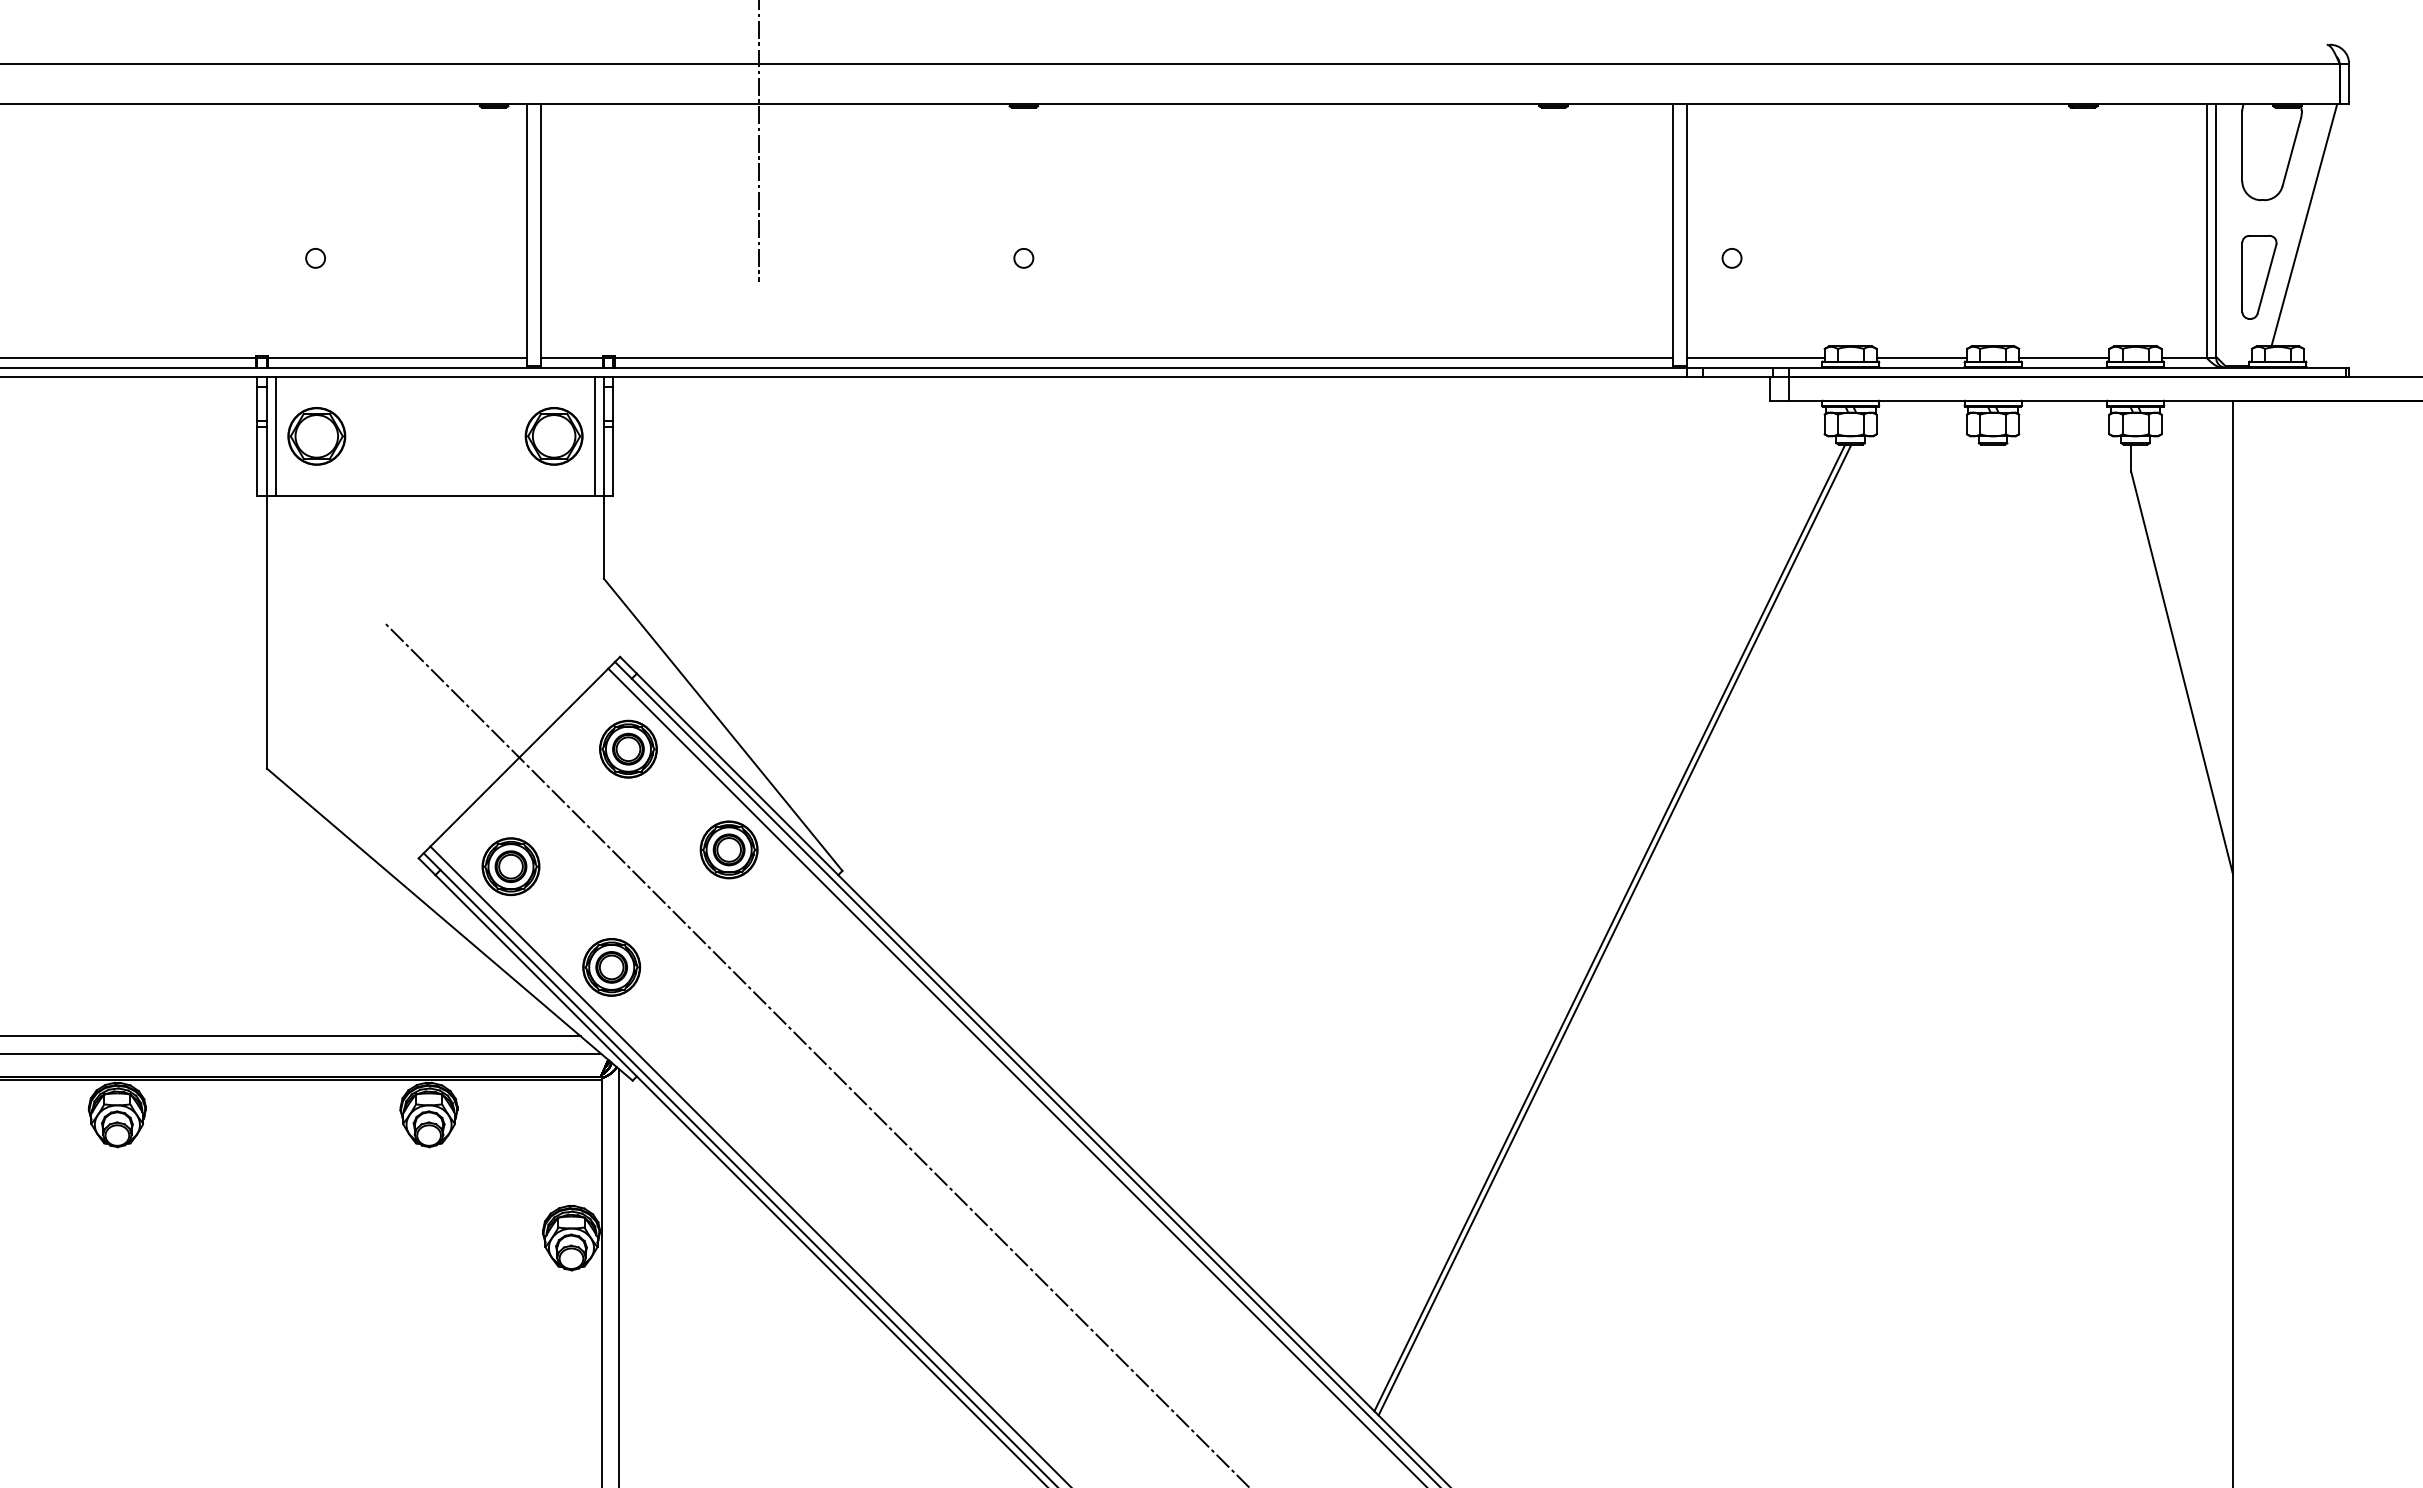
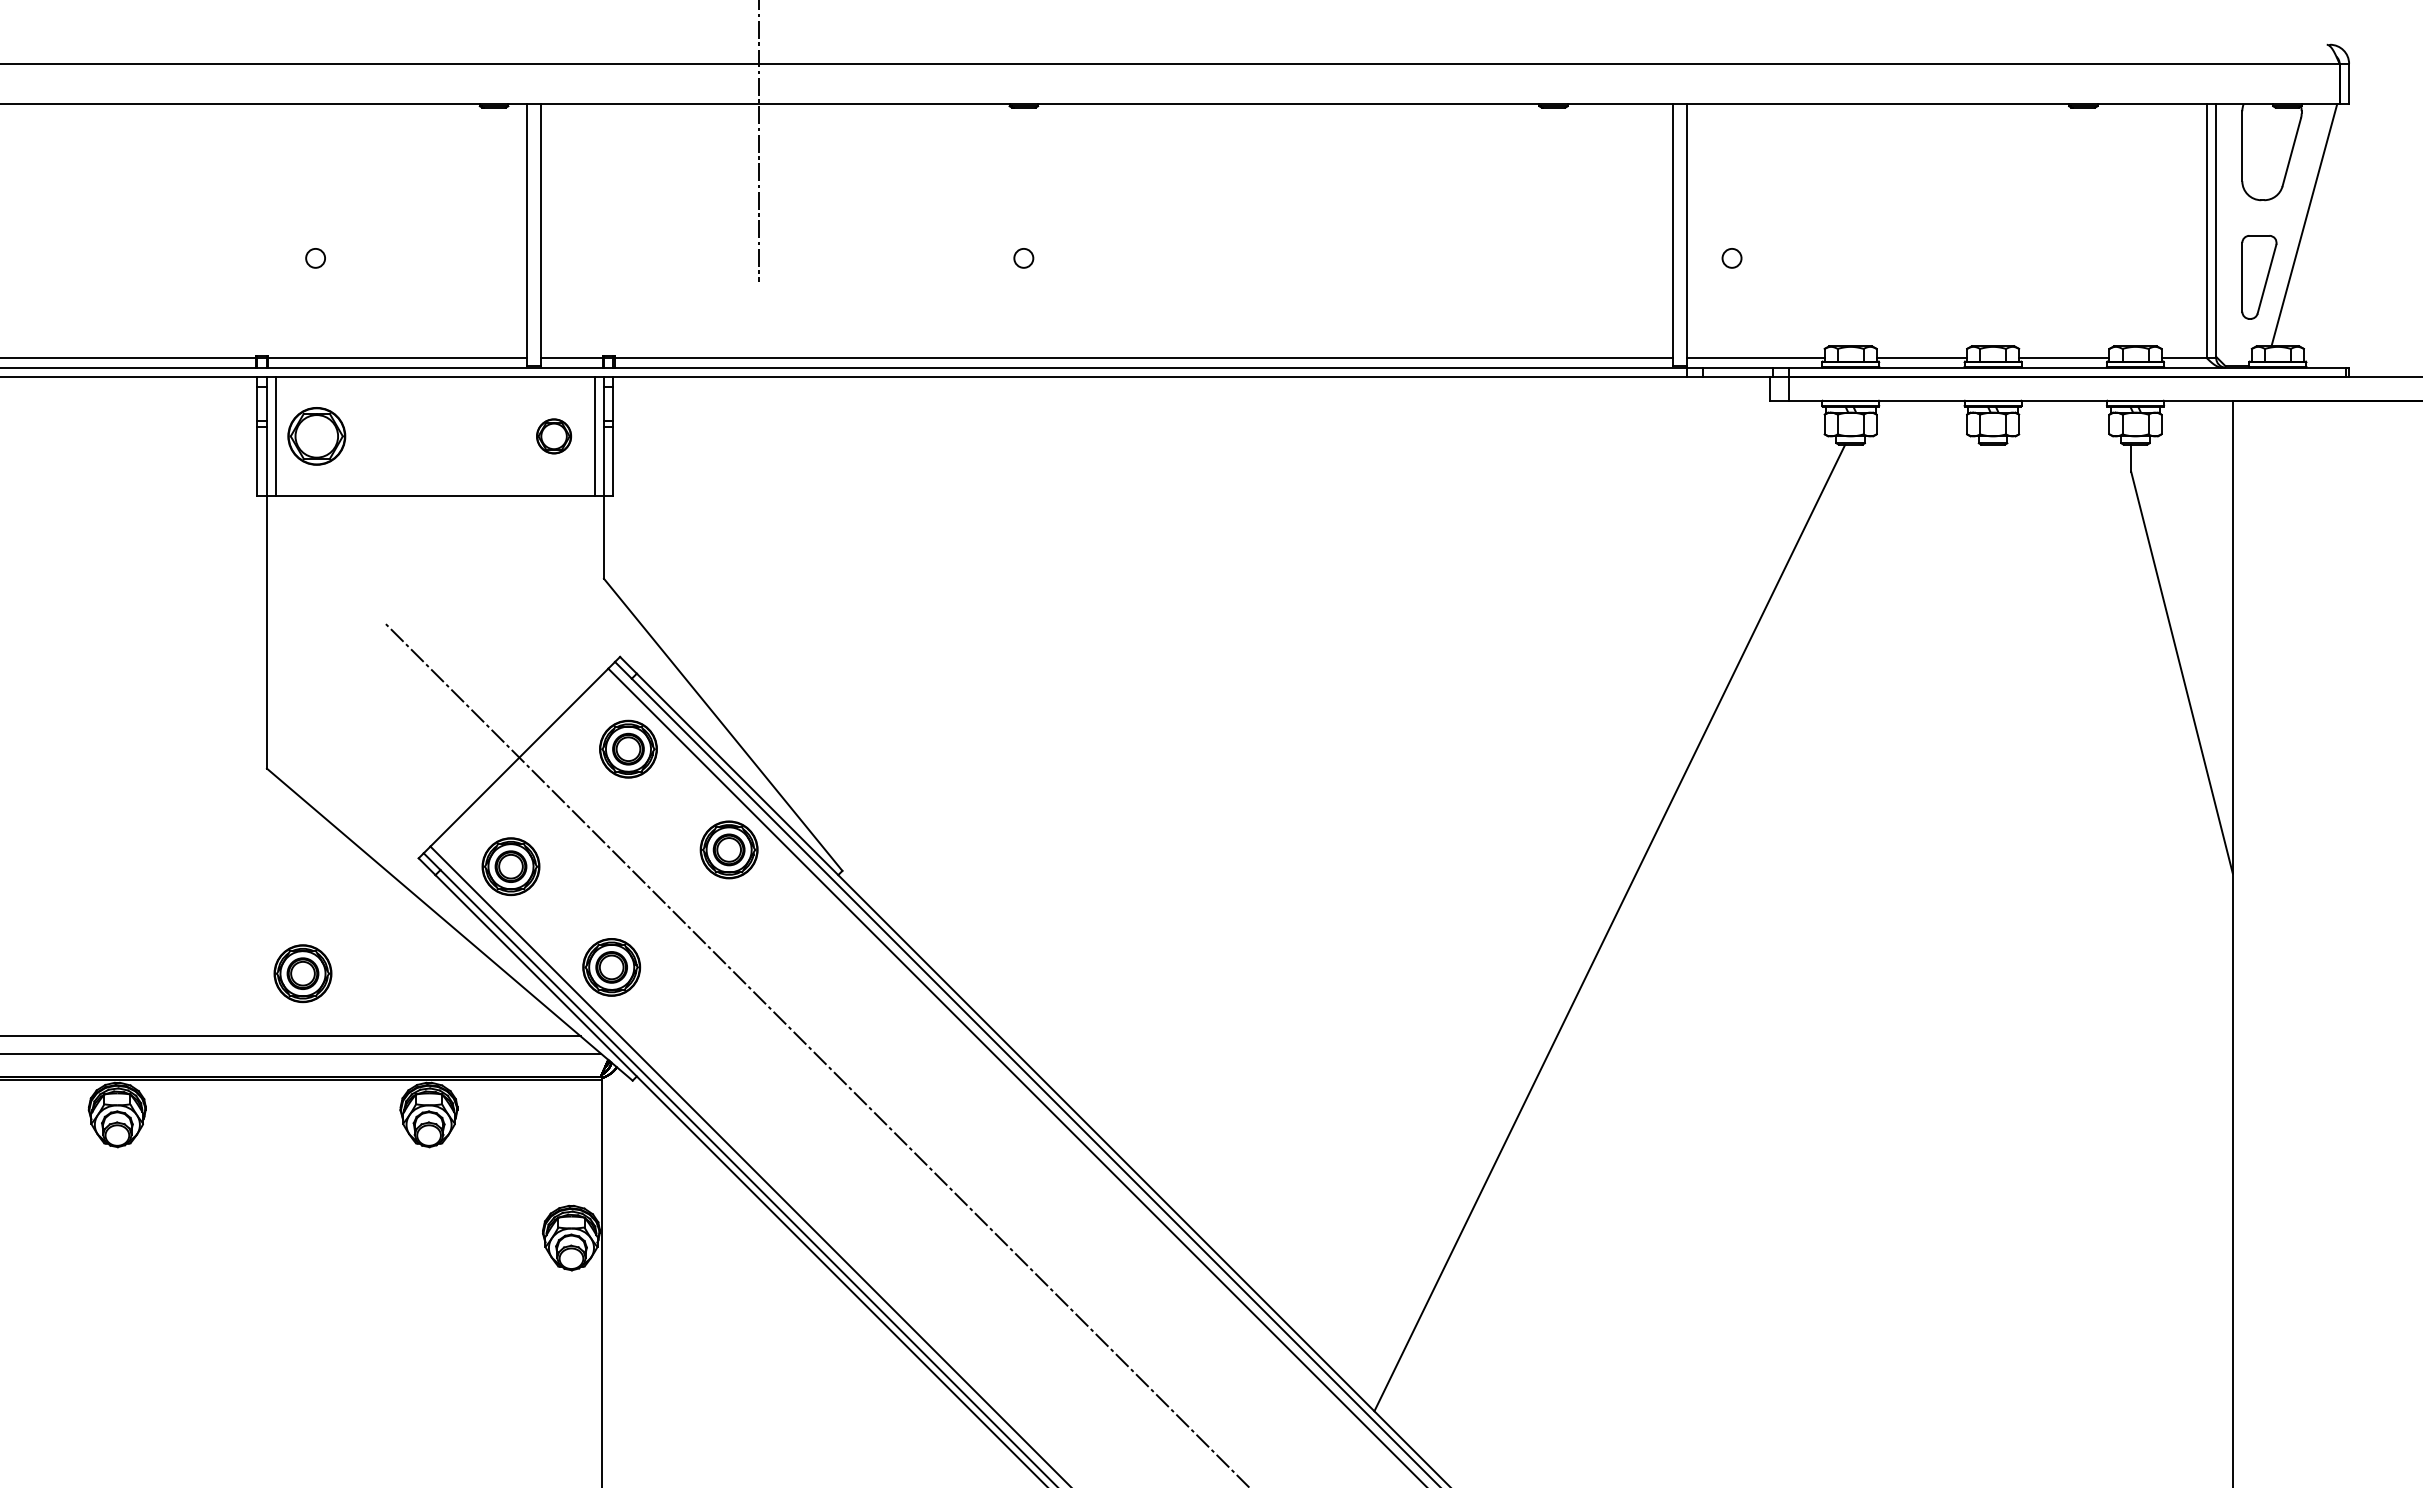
part at (553, 436) size: 60x59 px -> 37x37 px
line at (1614, 929): present -> none
part at (302, 973): none -> present
line at (618, 1276): present -> none
